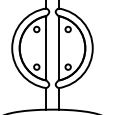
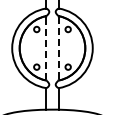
line at (46, 48): solid -> dashed
line at (58, 48): solid -> dashed
